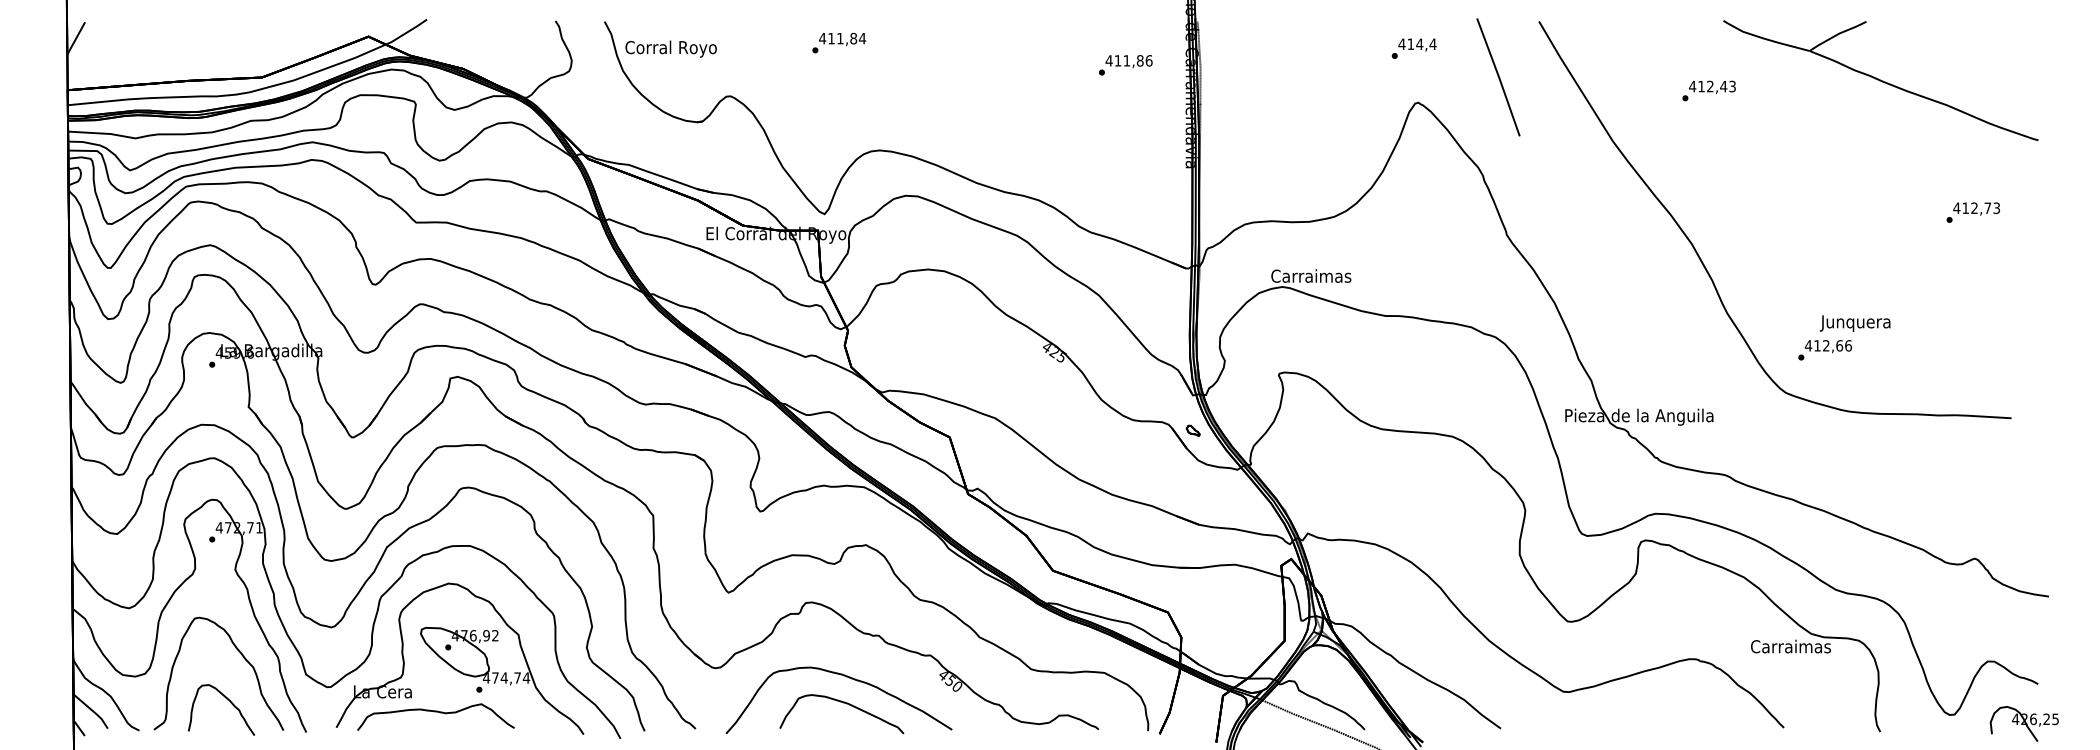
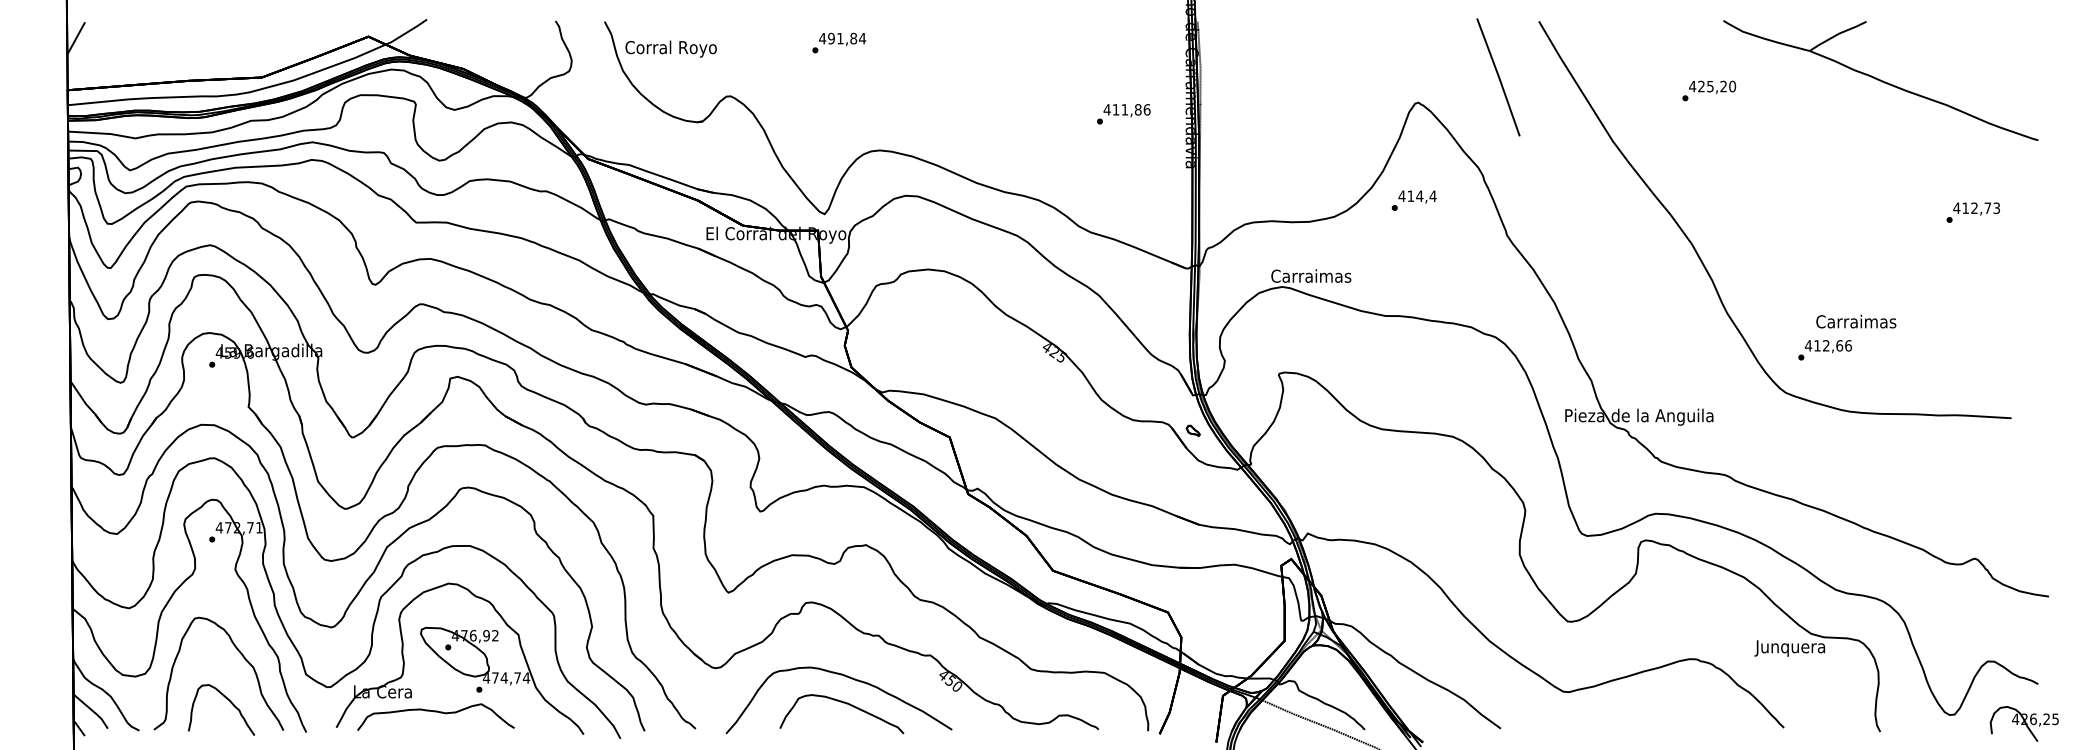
text at (831, 38): 411,84 -> 491,84
text at (1413, 48) position: (1413, 48) -> (1413, 200)
text at (1125, 65) position: (1125, 65) -> (1123, 114)
text at (1717, 86): 412,43 -> 425,20
text at (1856, 322): Junquera -> Carraimas
text at (1790, 647): Carraimas -> Junquera
